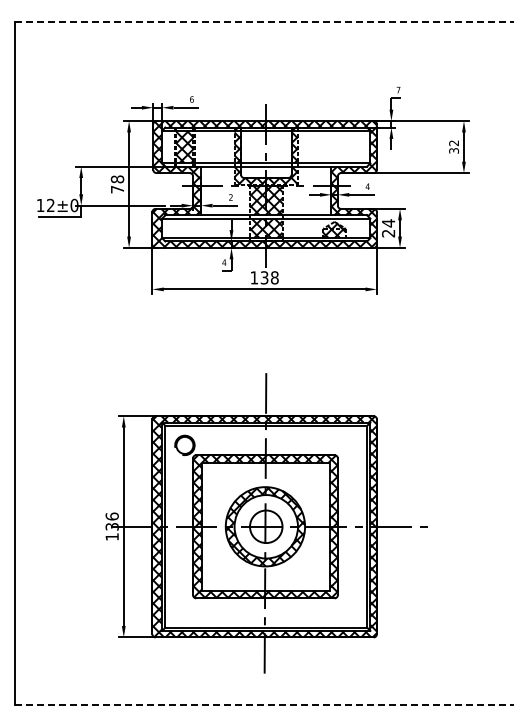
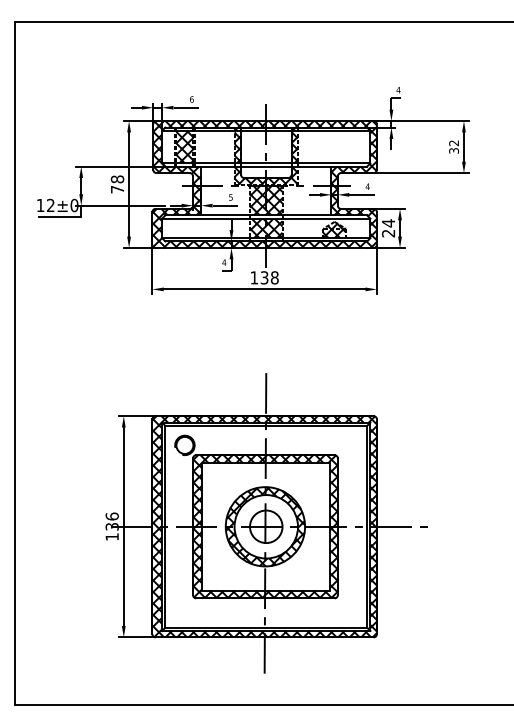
line at (264, 21): dashed -> solid
text at (398, 89): 7 -> 4
text at (230, 197): 2 -> 5
line at (264, 705): dashed -> solid
